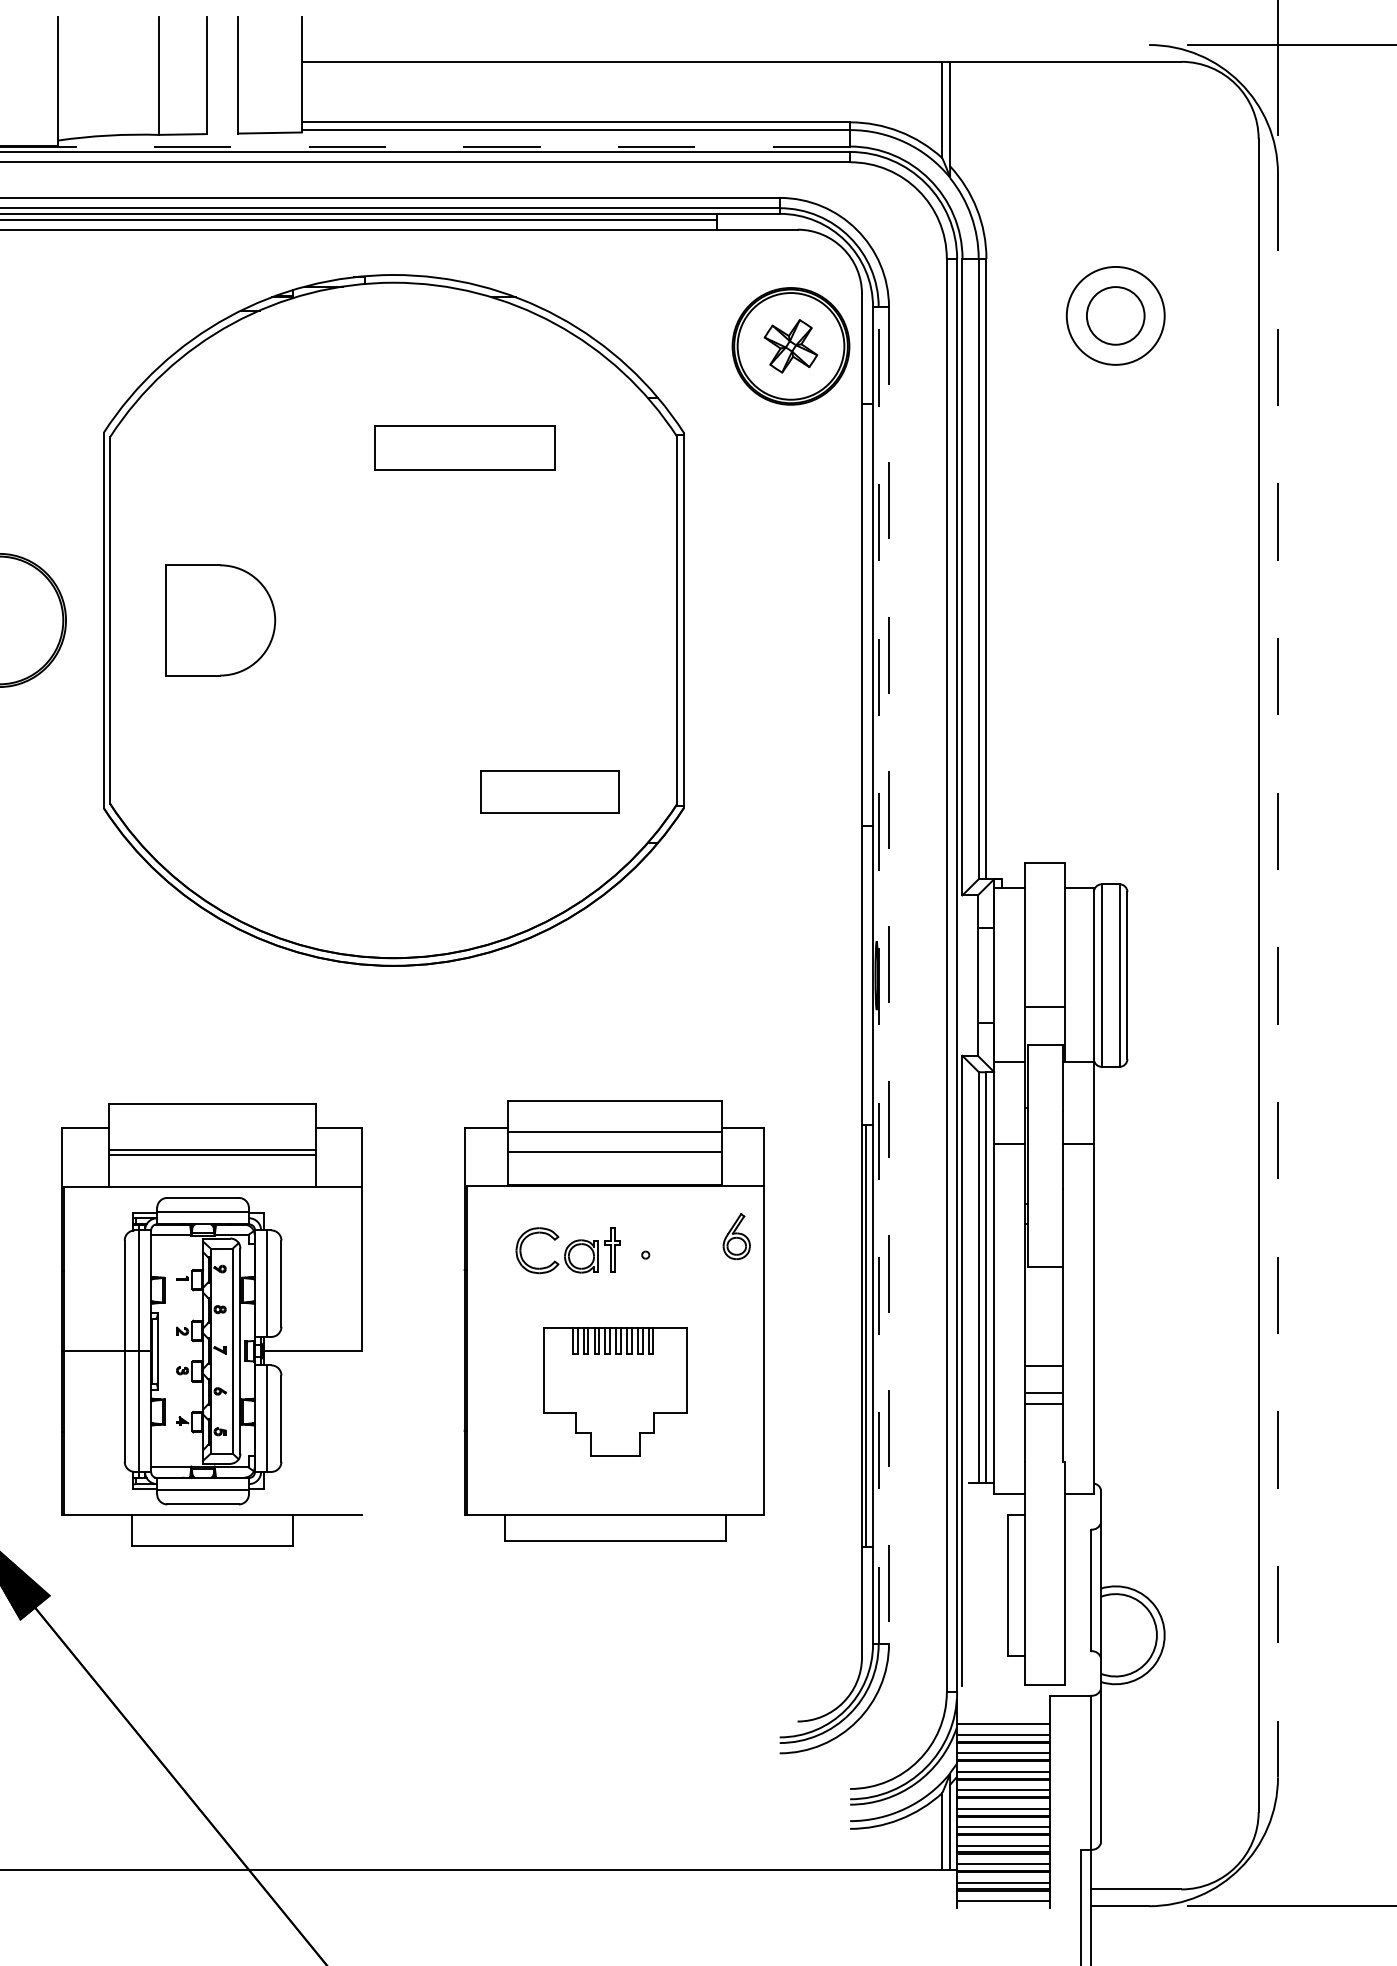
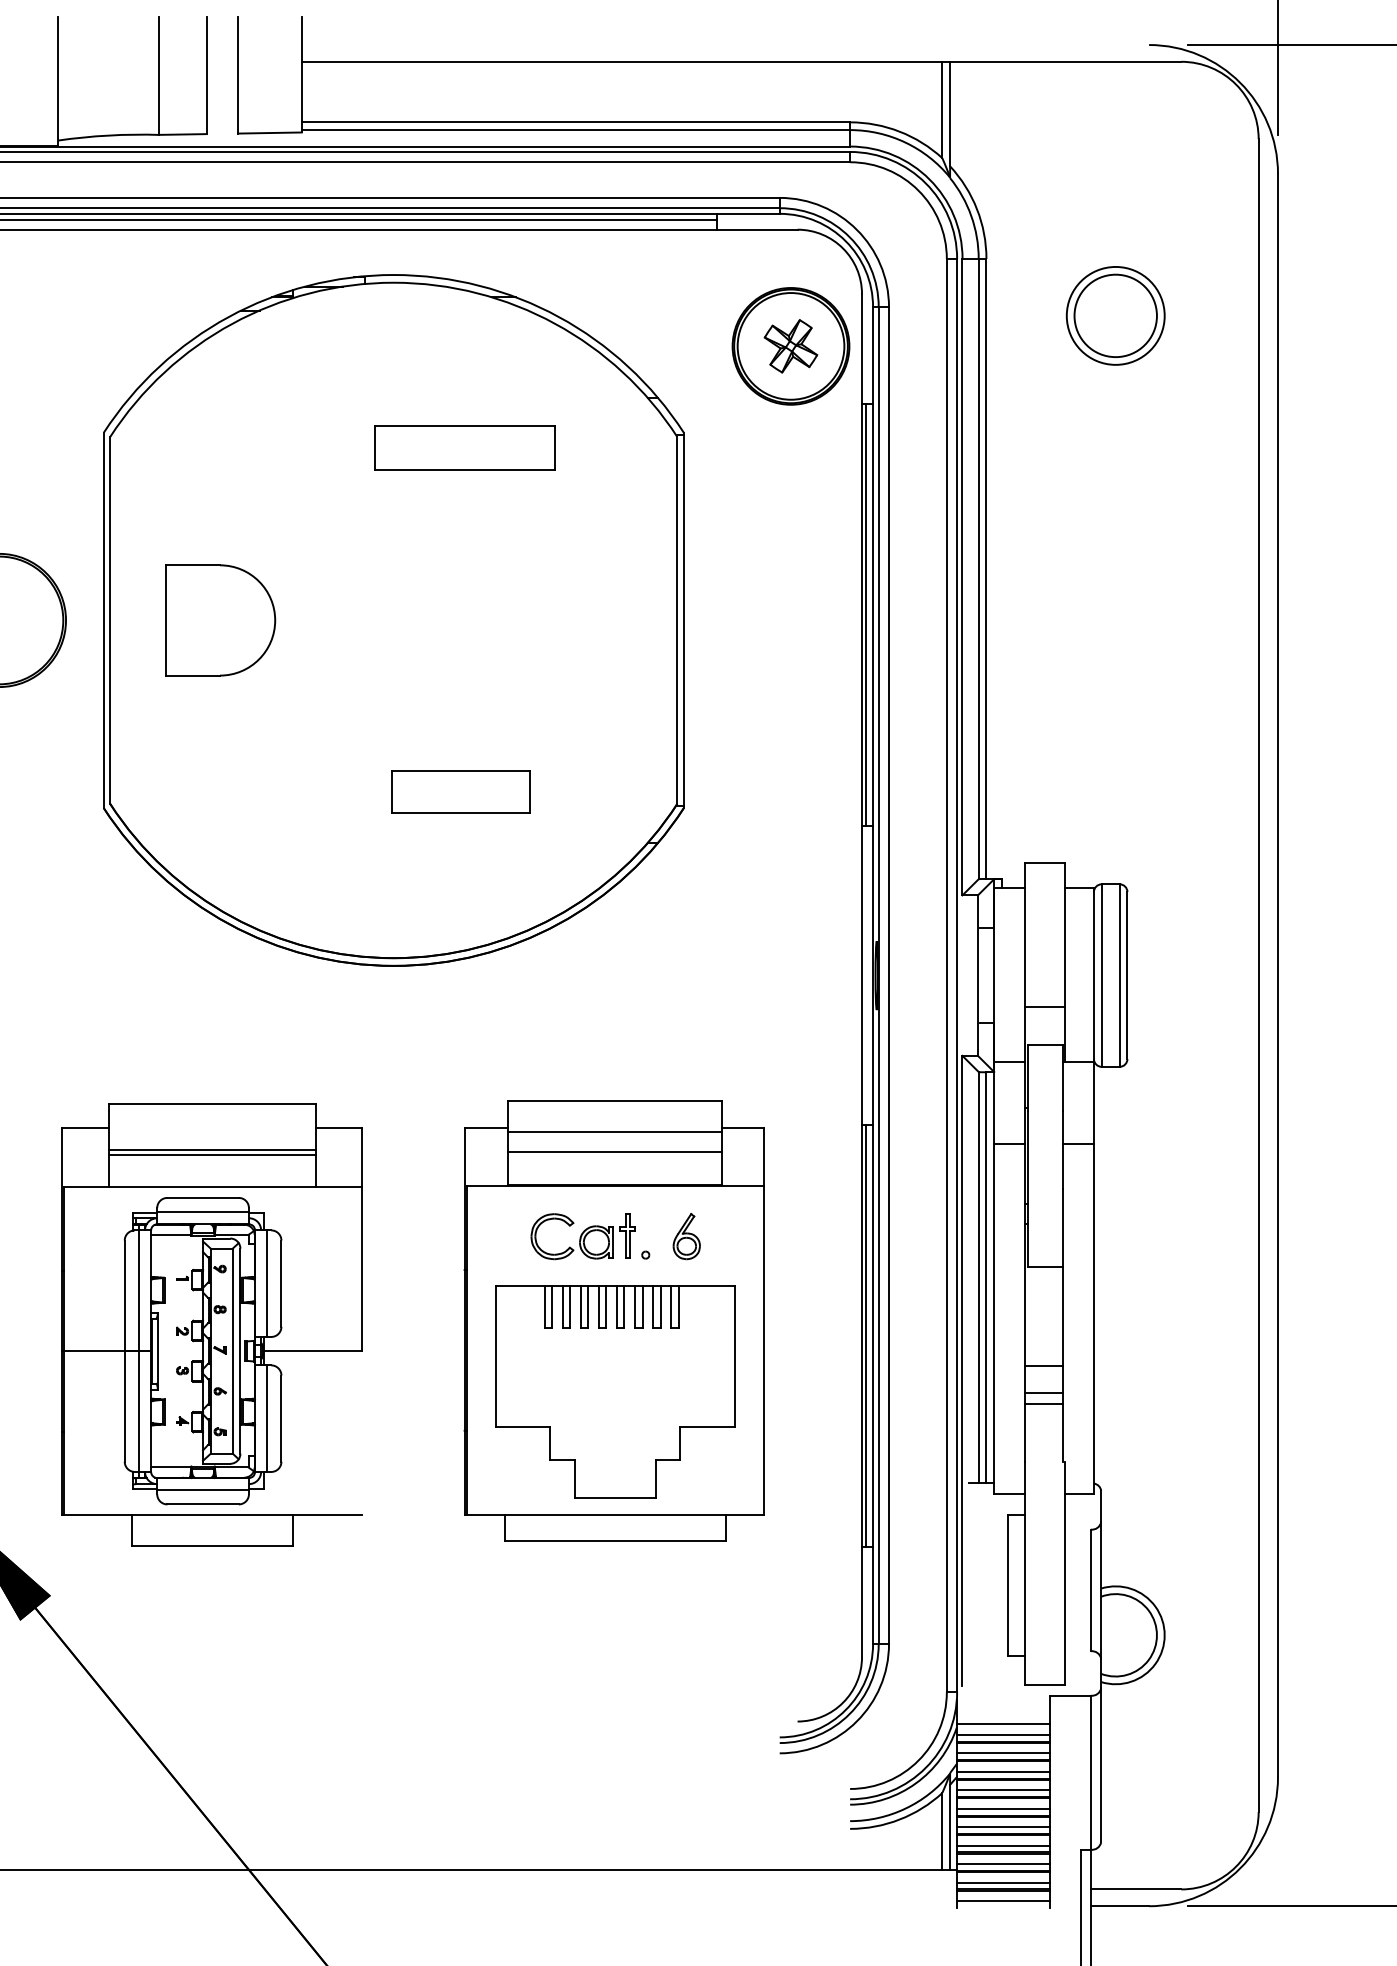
line at (425, 146): dashed -> solid
circle at (1115, 315) diameter: 58 px -> 82 px
line at (865, 614): none -> present
part at (549, 791) position: (549, 791) -> (460, 791)
line at (878, 975): dashed -> solid
line at (1277, 975): dashed -> solid
line at (889, 976): dashed -> solid
part at (736, 1236) position: (736, 1236) -> (686, 1236)
part at (567, 1250) position: (567, 1250) -> (582, 1236)
part at (615, 1391) size: 145x130 px -> 241x214 px
